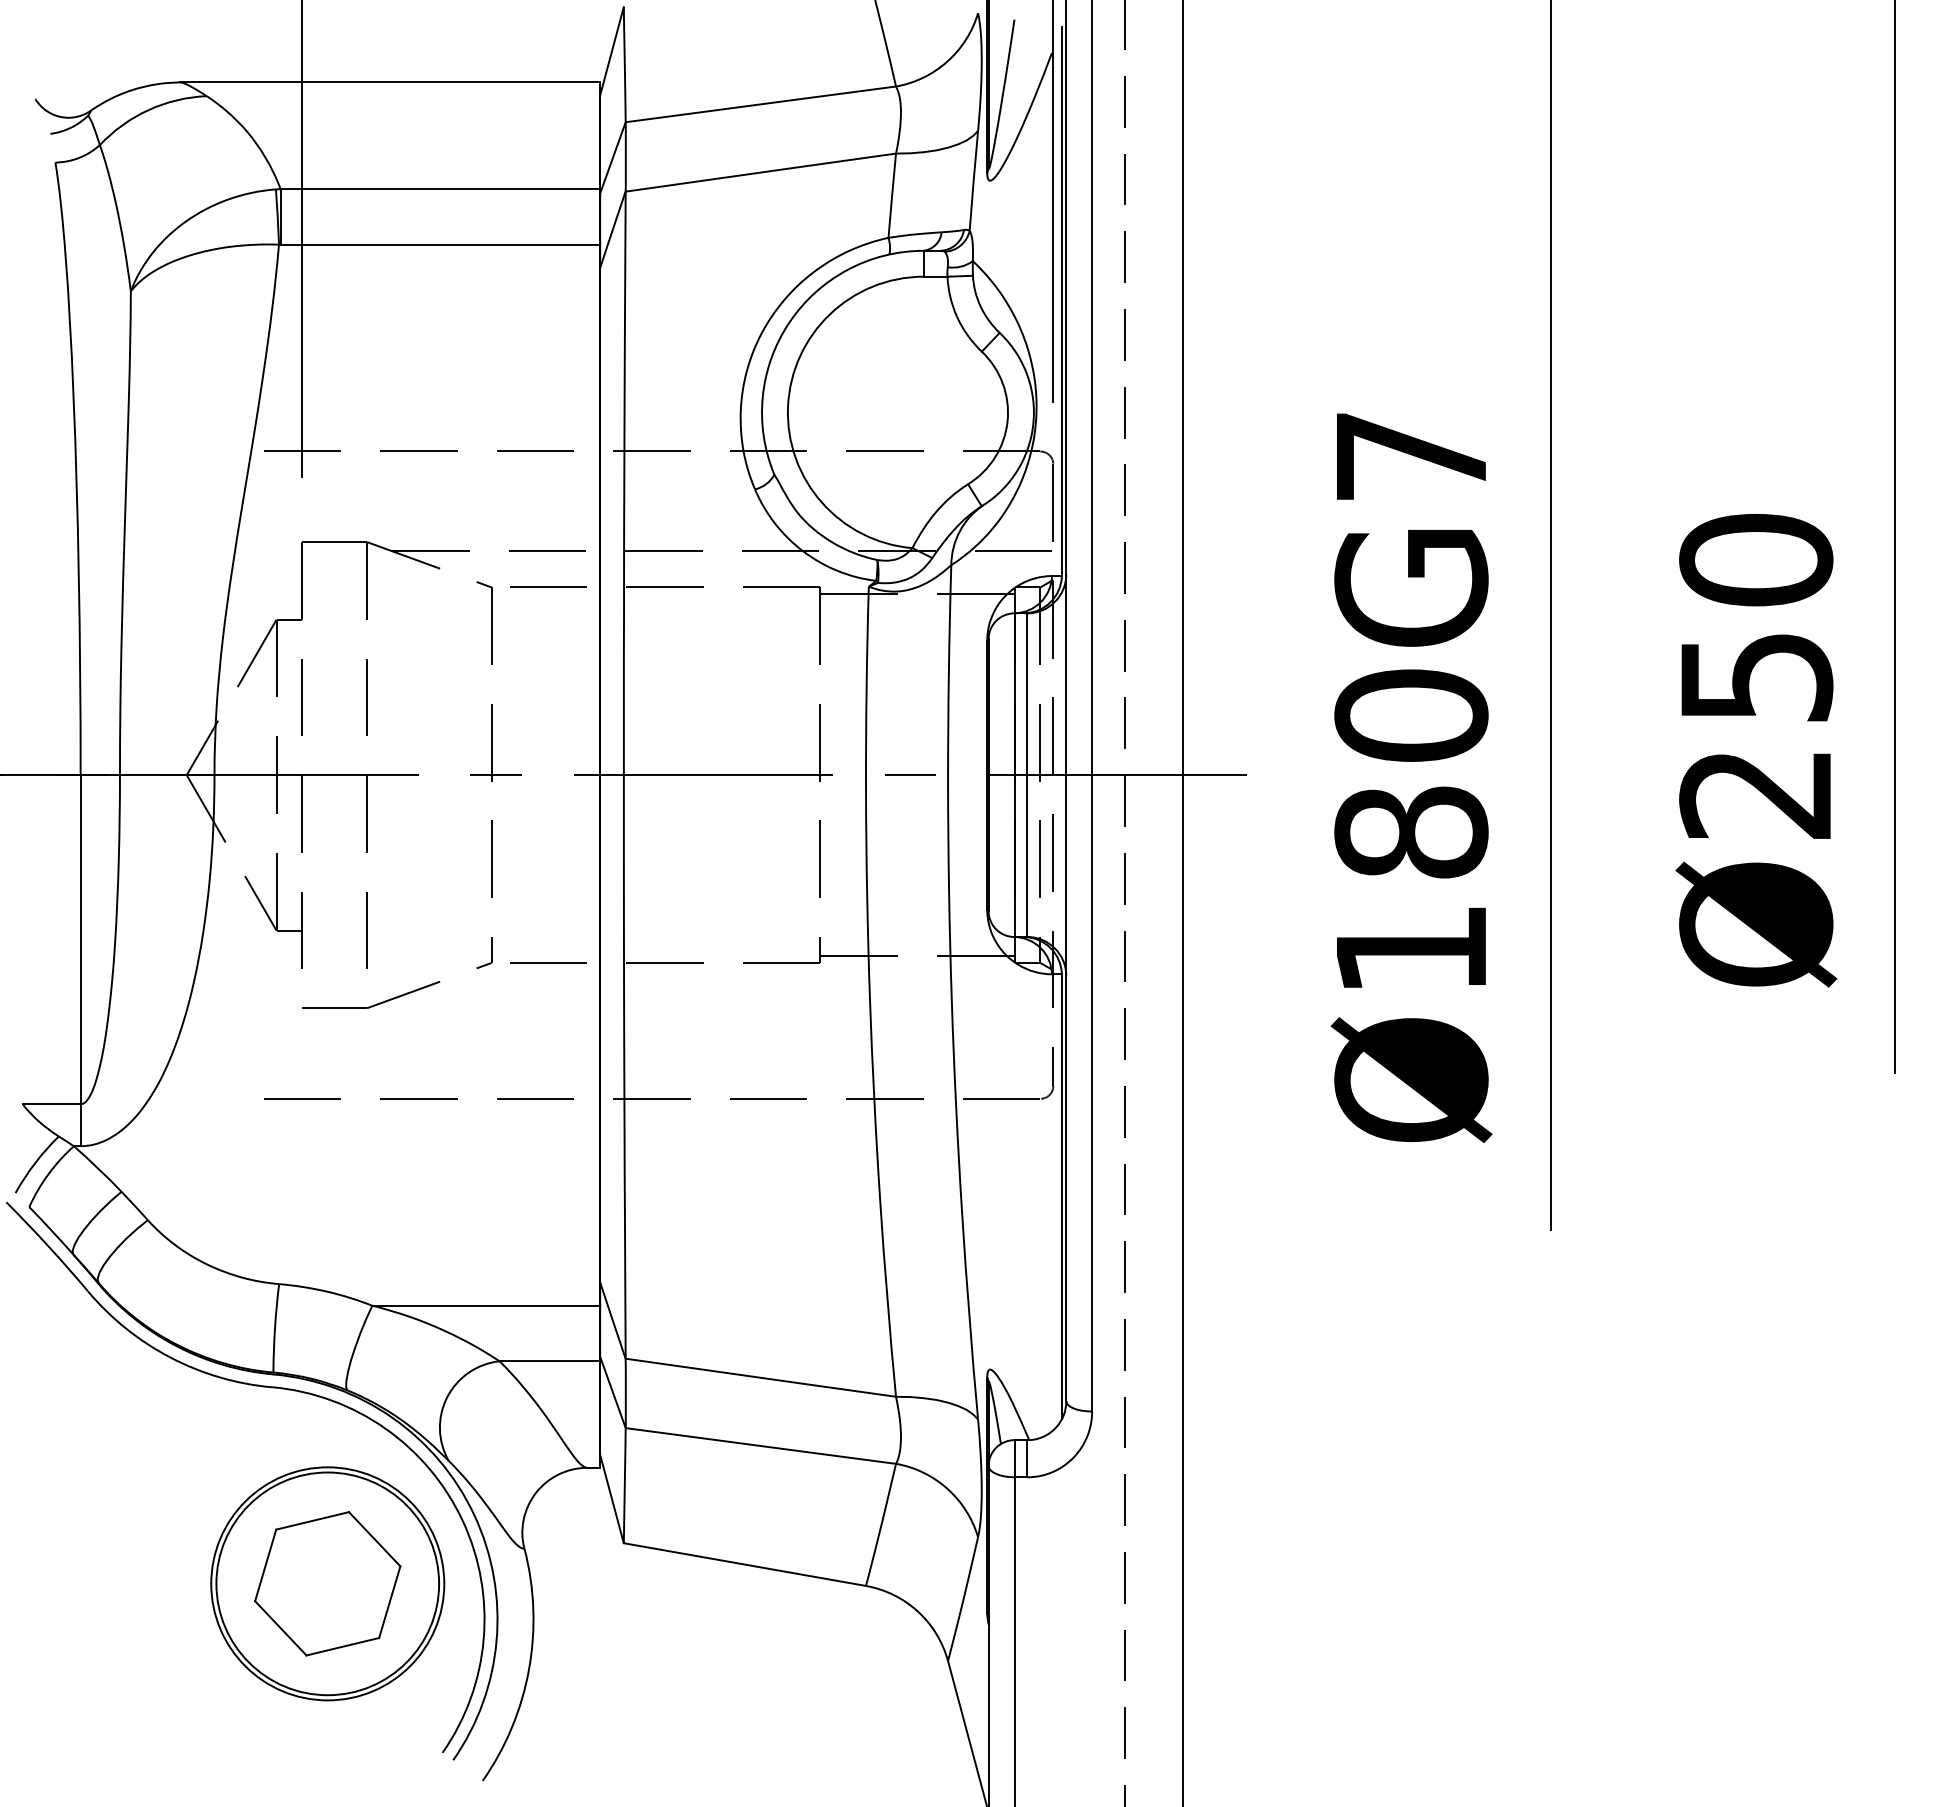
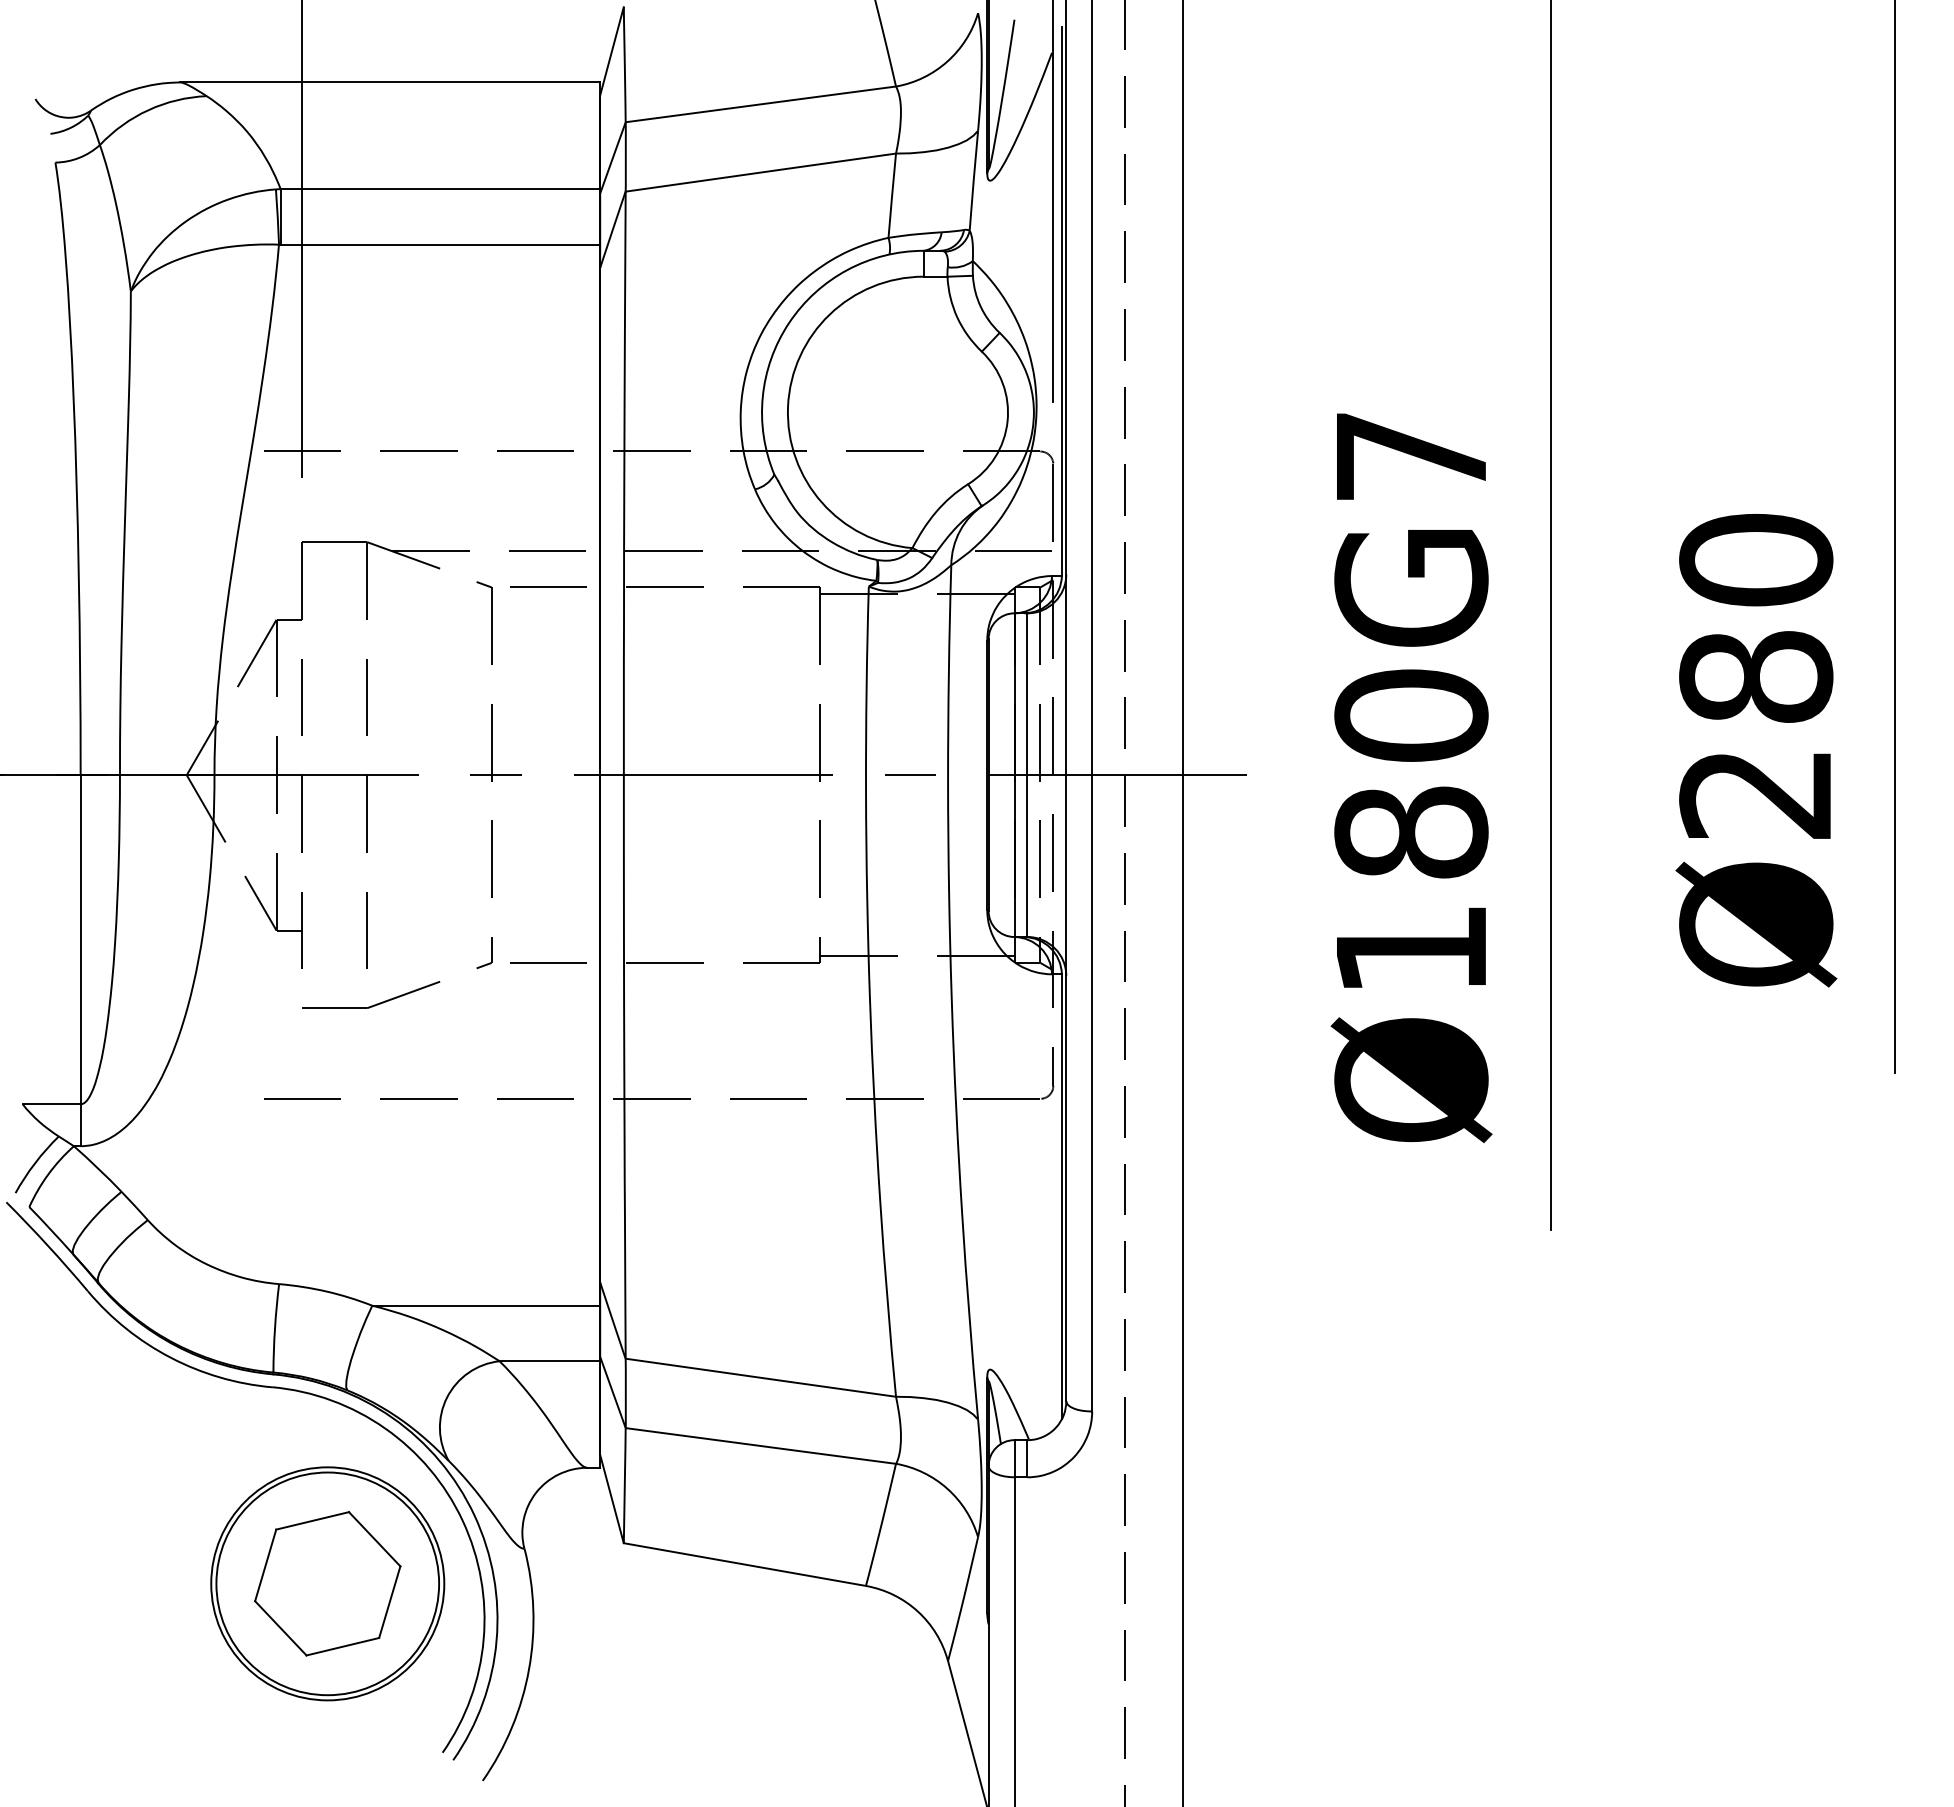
text at (1756, 676): Ø250 -> Ø280
